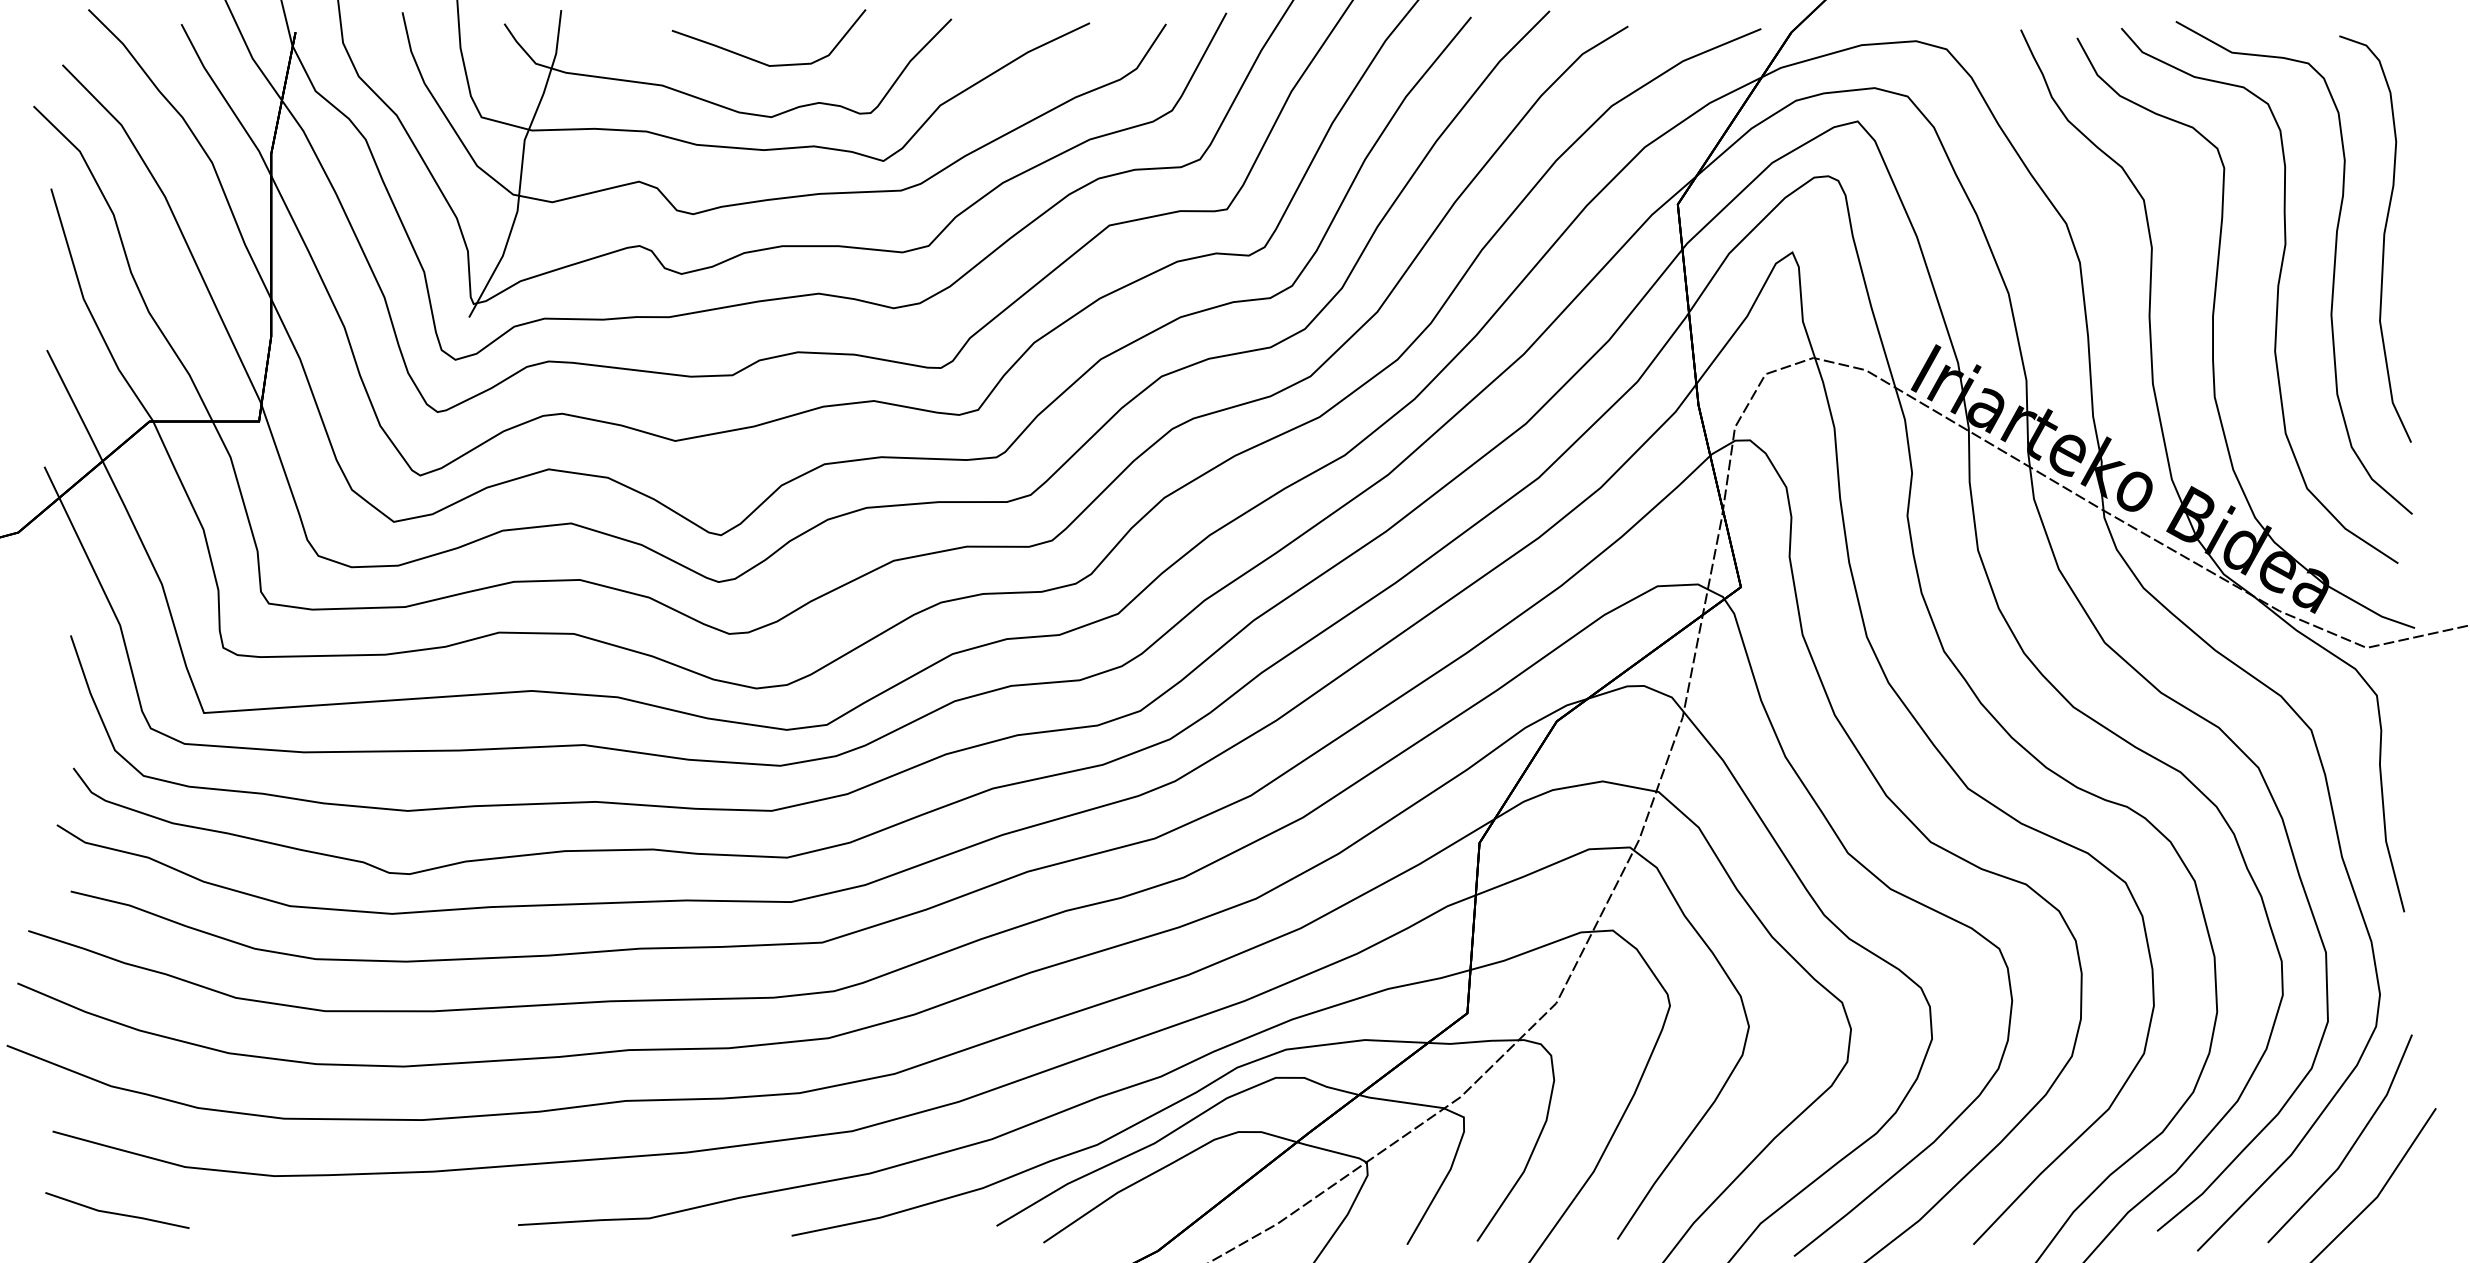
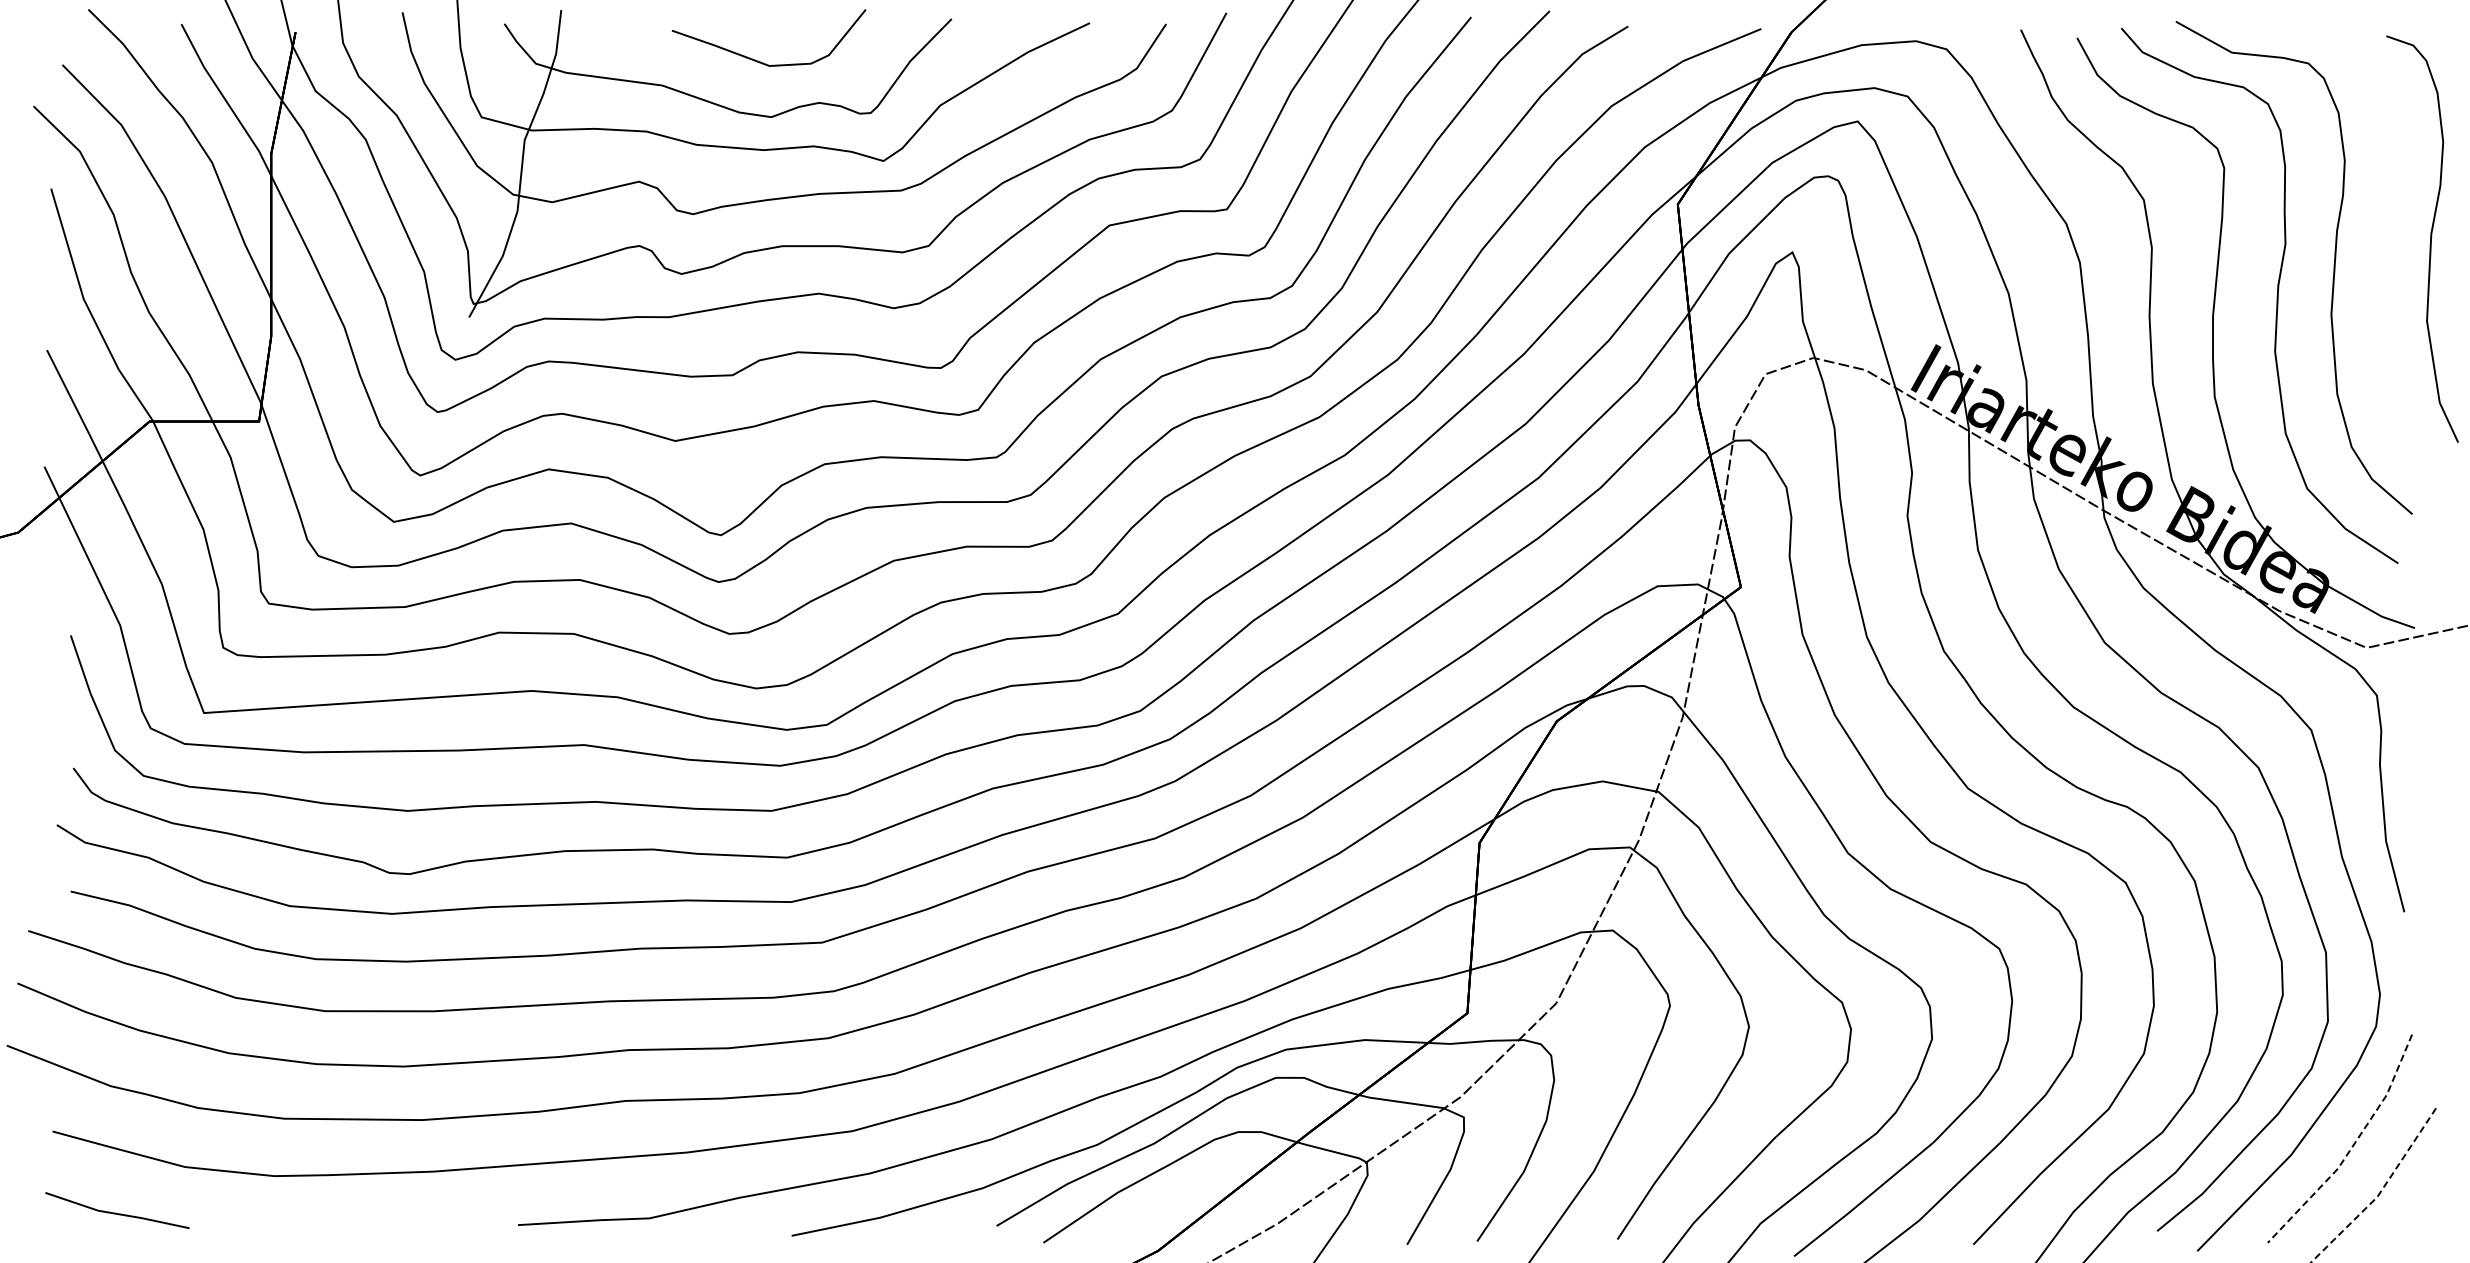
curve at (2383, 238) position: (2383, 238) -> (2430, 238)
line at (2352, 1147): solid -> dashed
line at (2380, 1192): solid -> dashed
